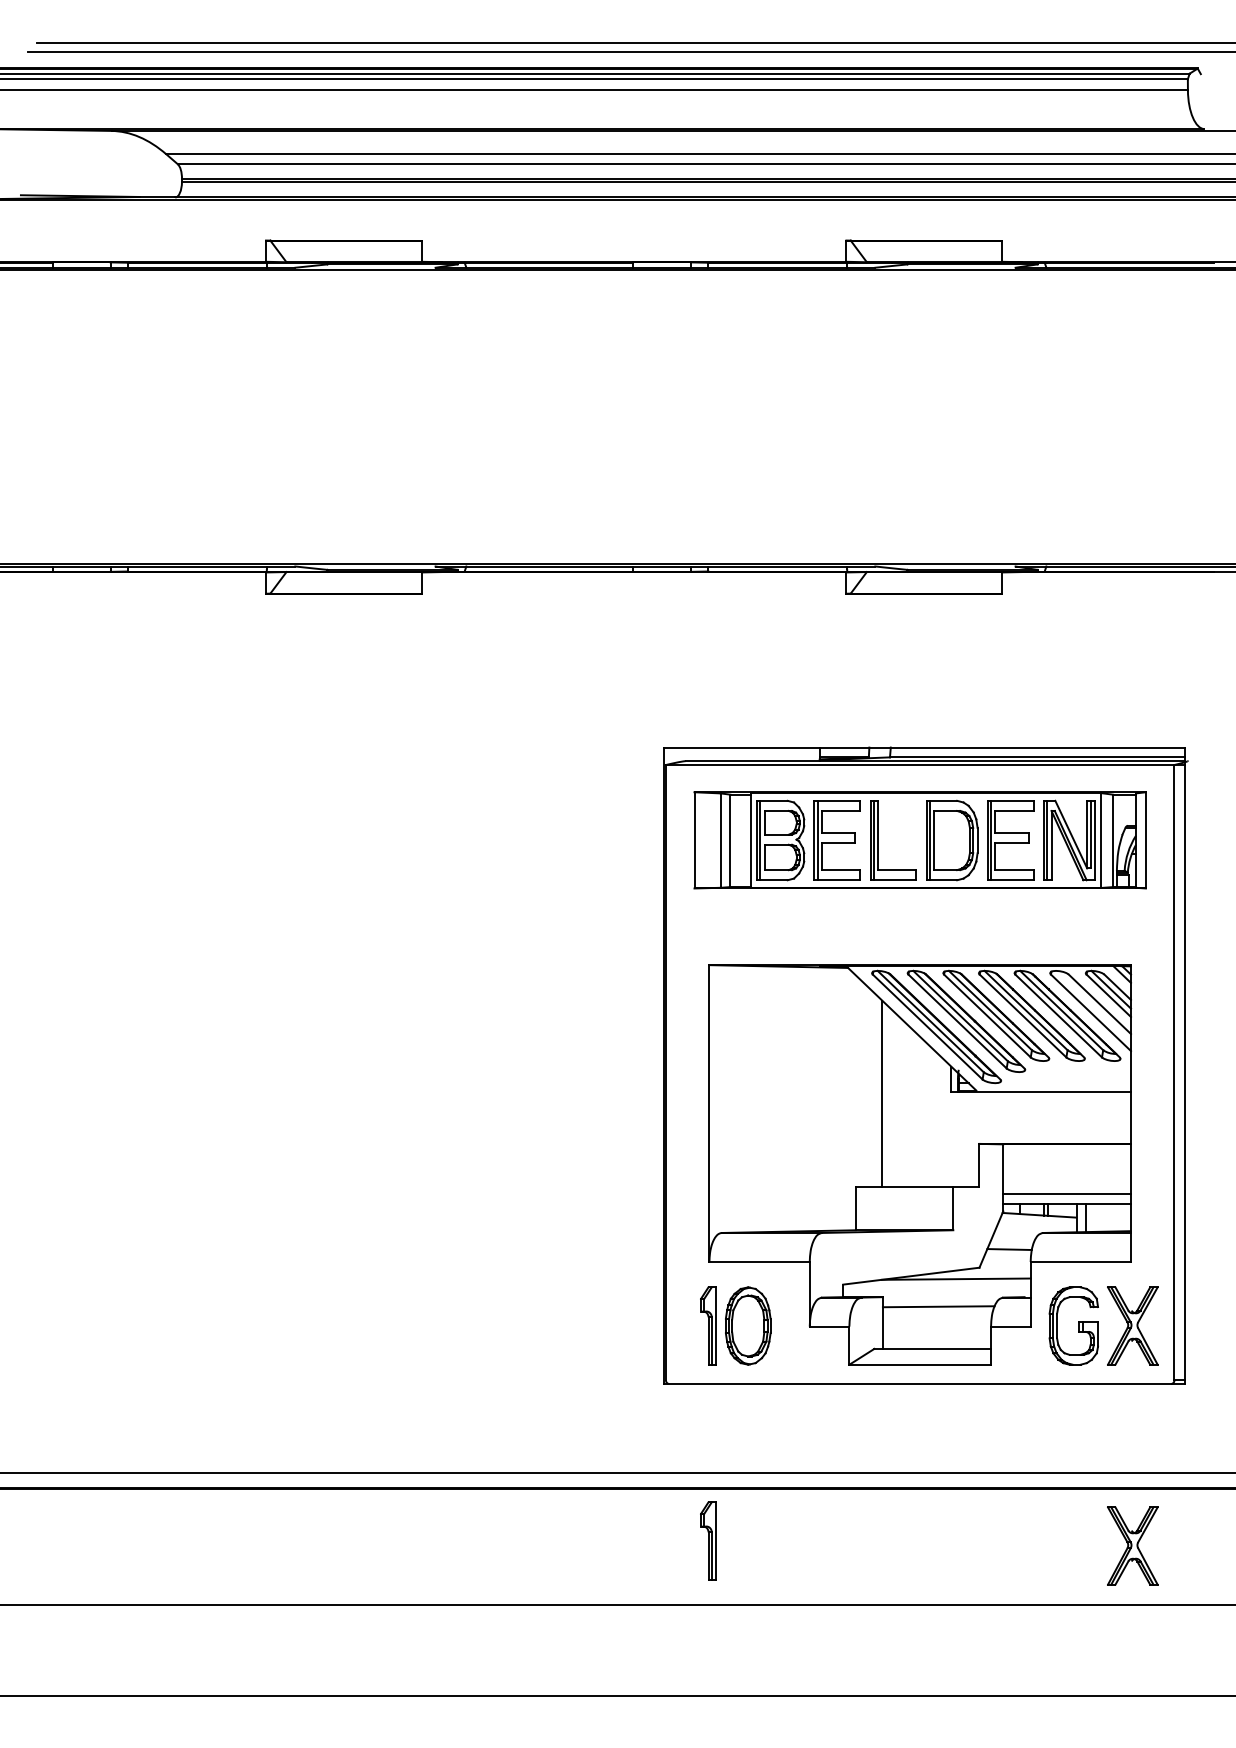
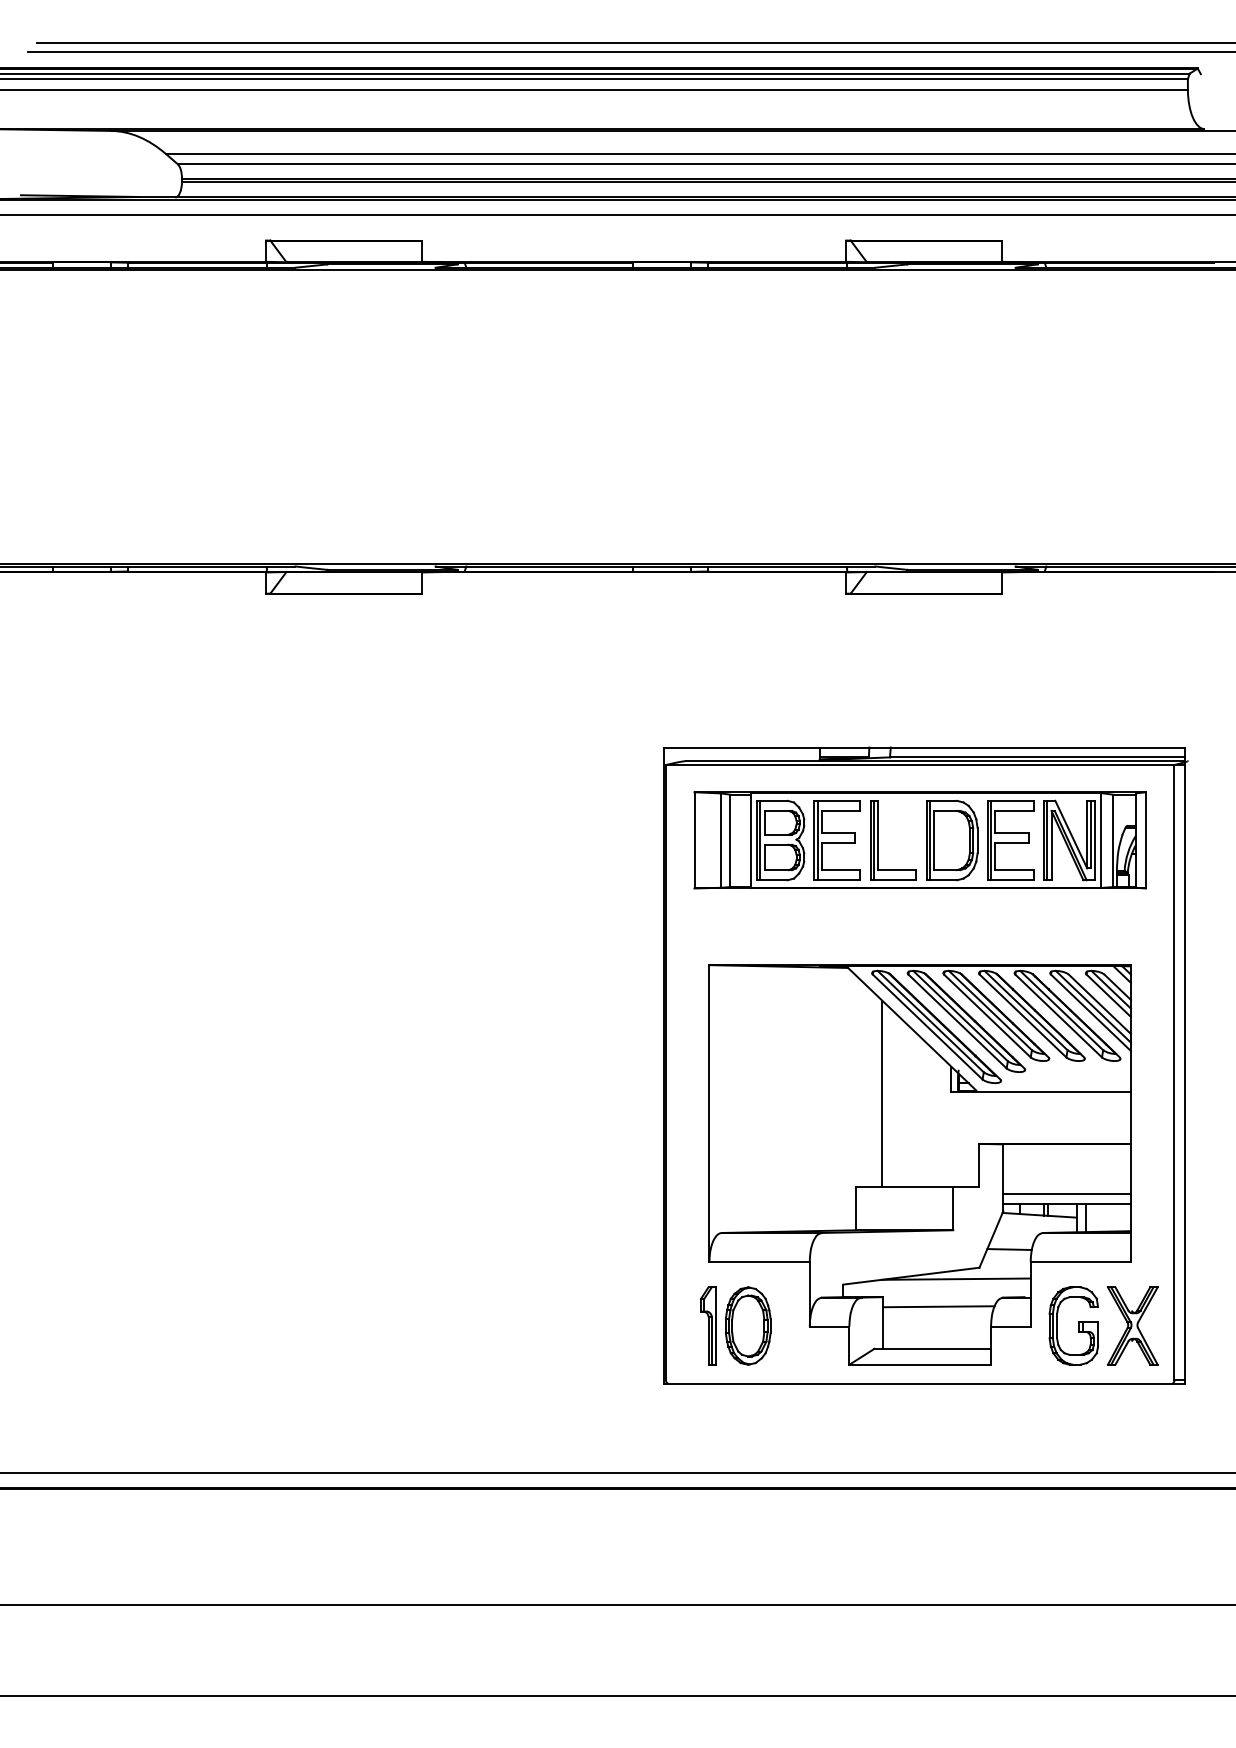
line at (617, 215): none -> present
line at (1092, 1006): none -> present
part at (708, 1540): present -> none
part at (1132, 1545): present -> none
